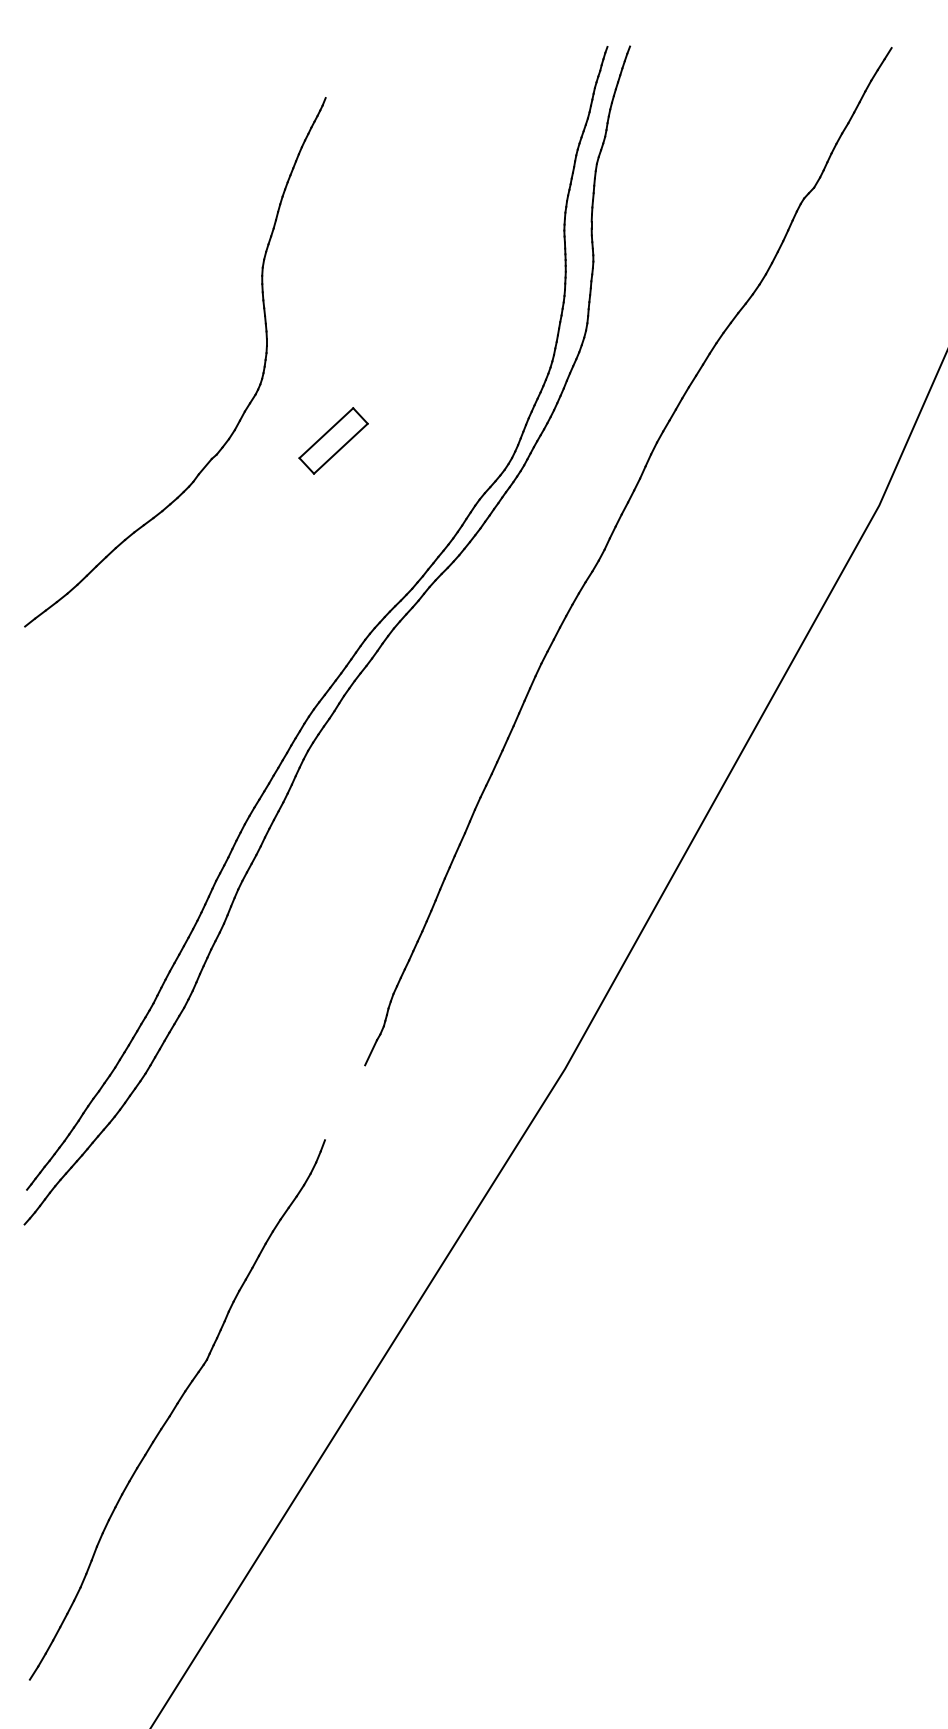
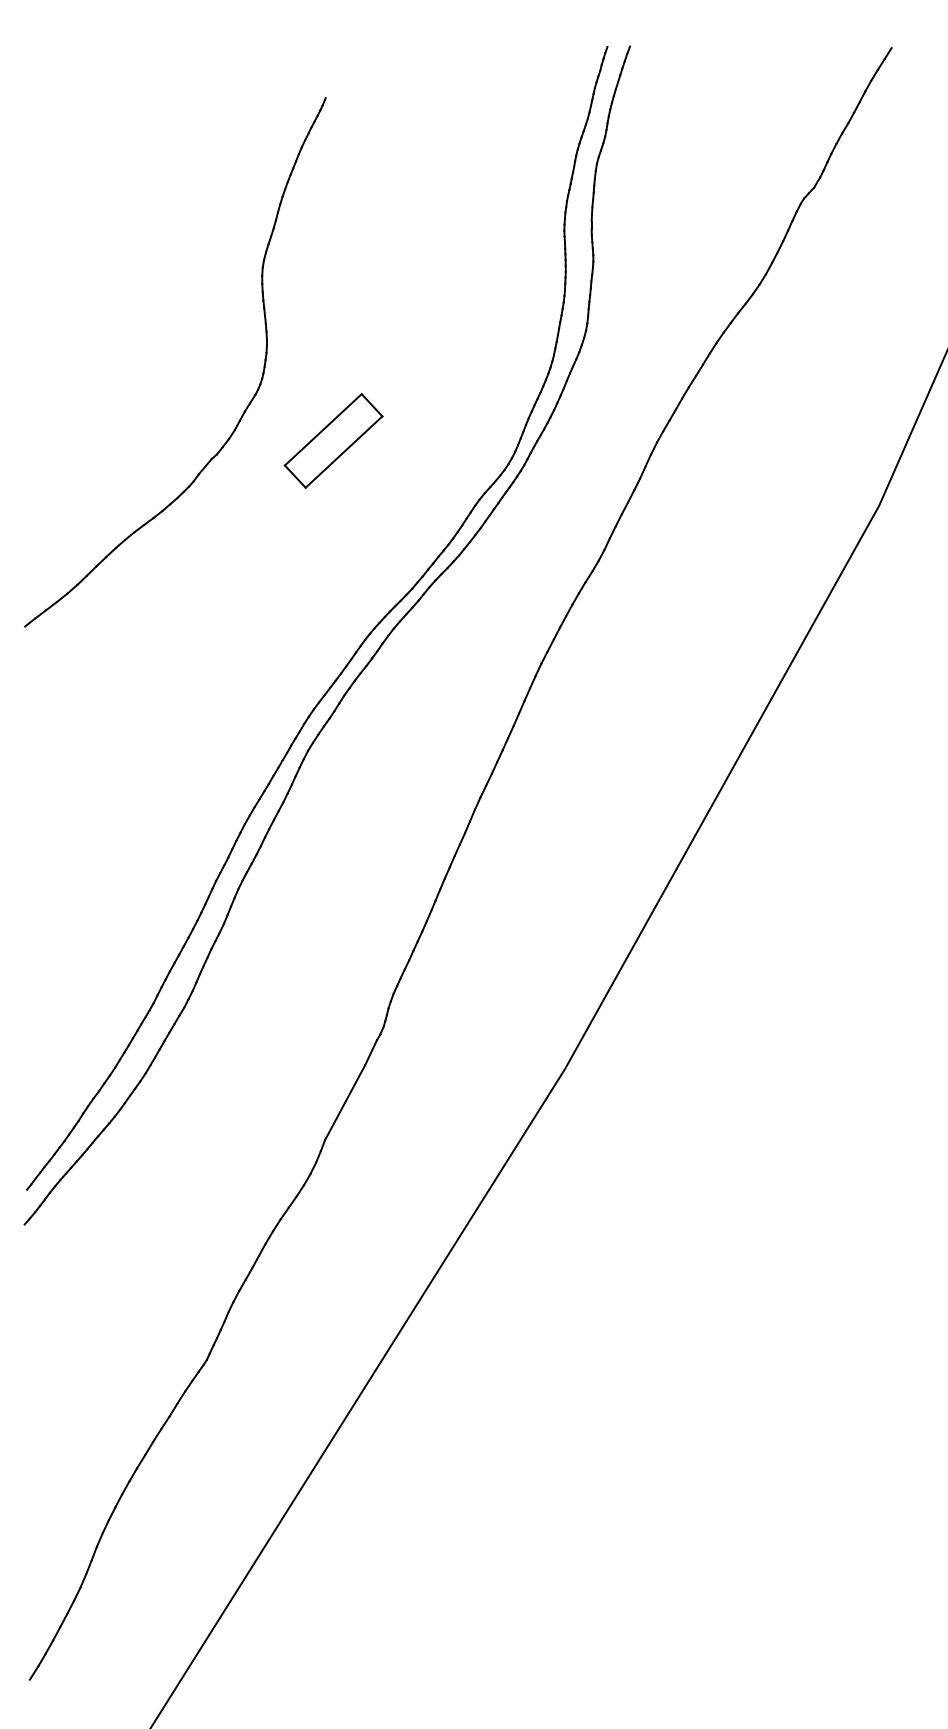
part at (333, 440) size: 71x68 px -> 101x96 px
line at (345, 1102): none -> present
